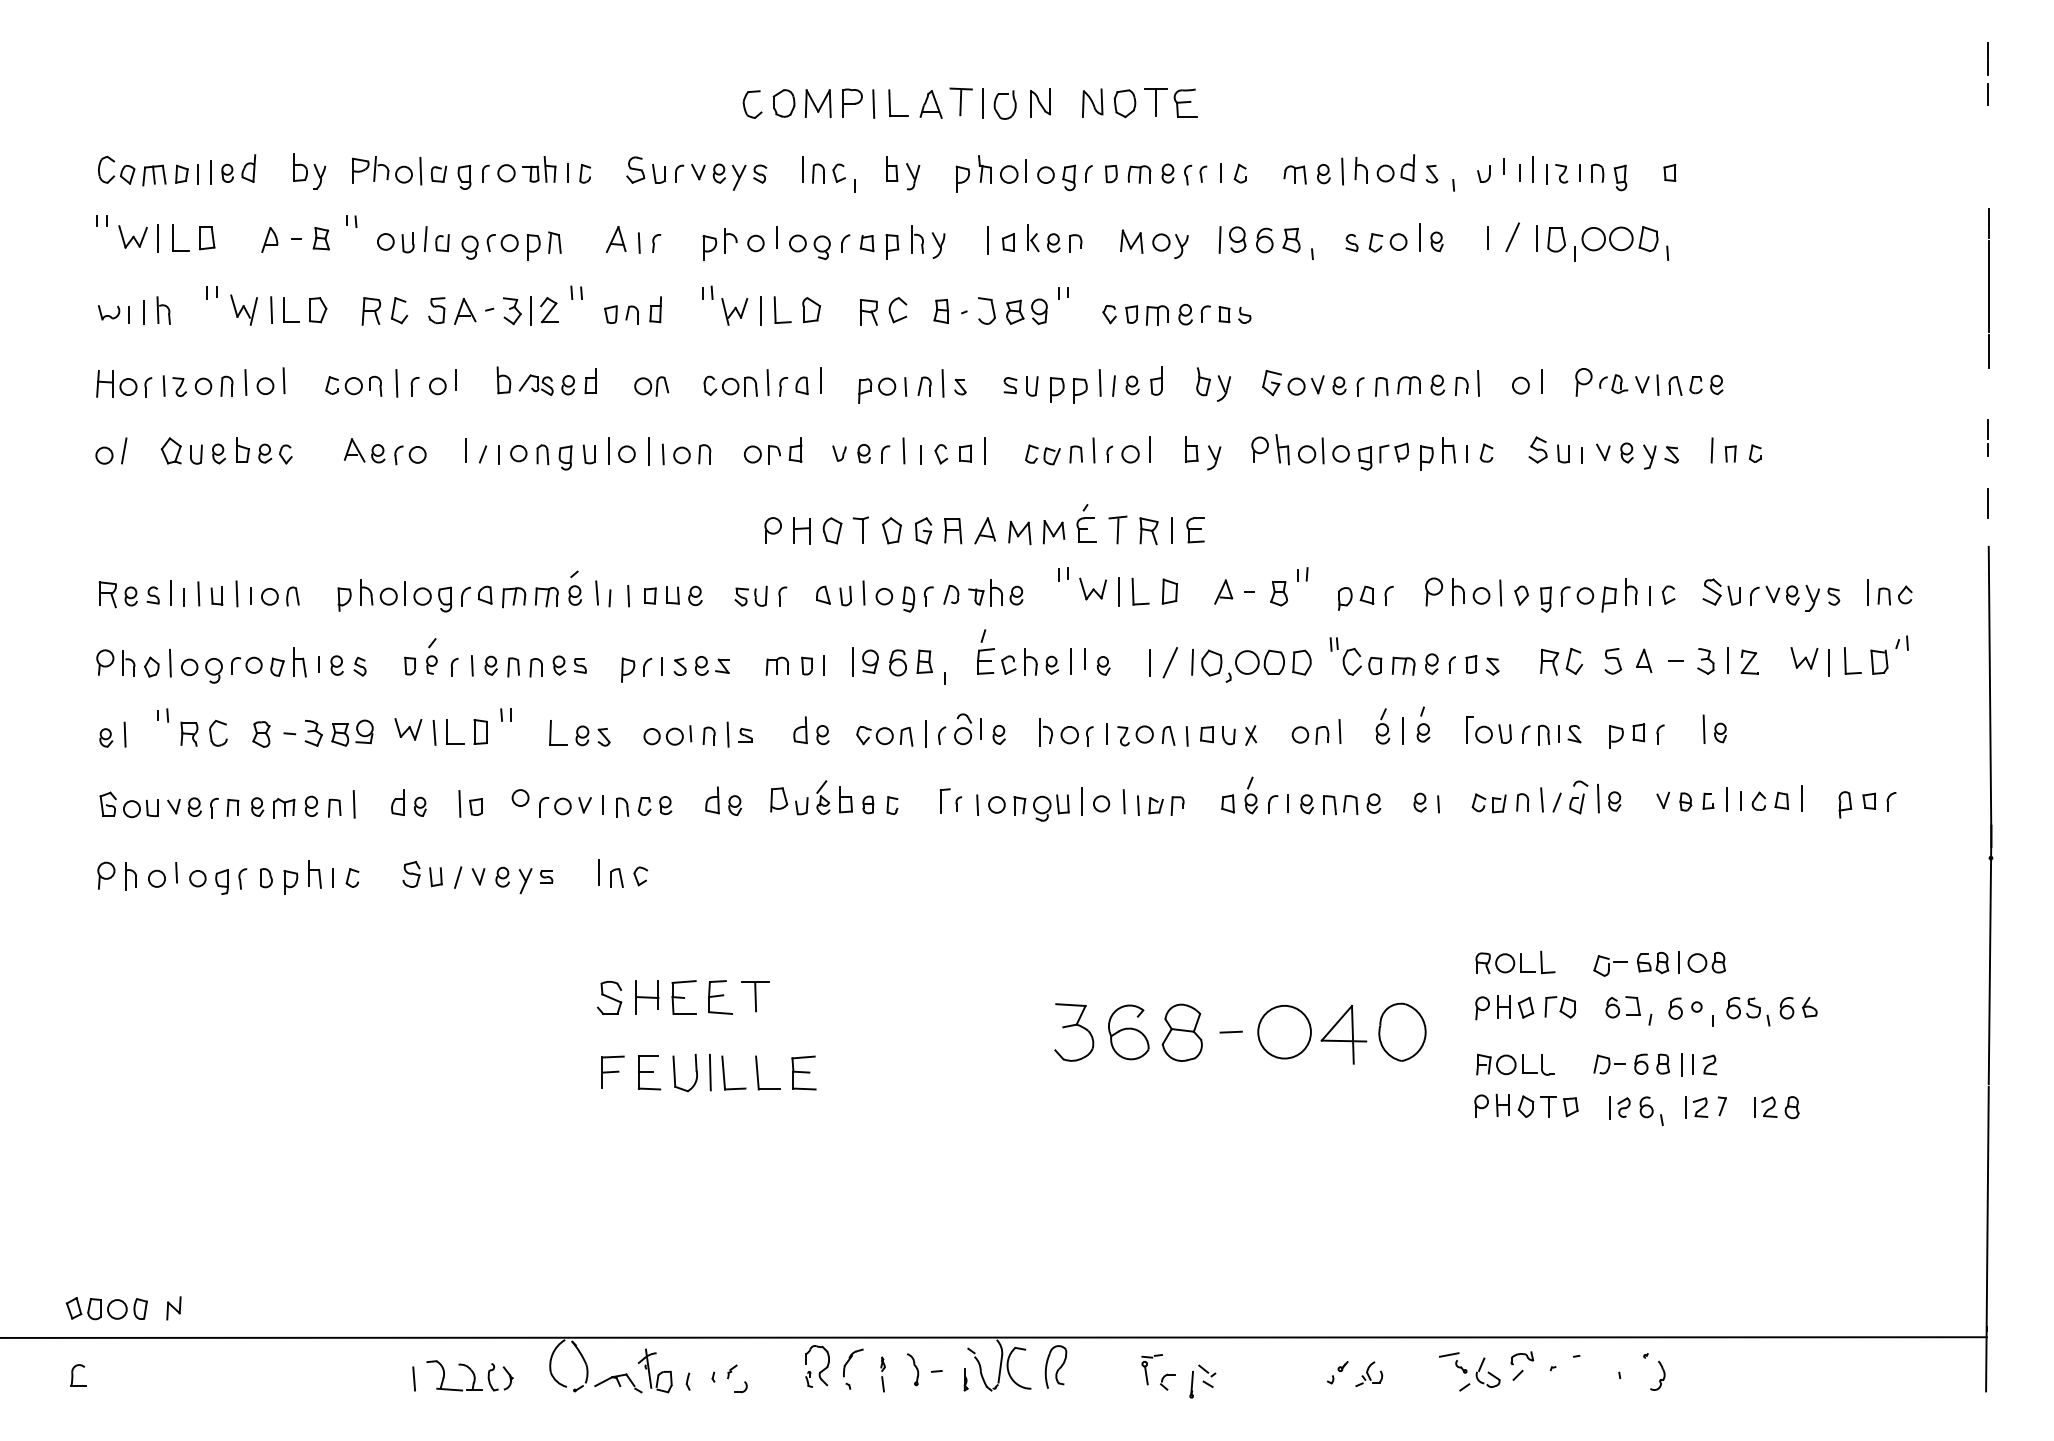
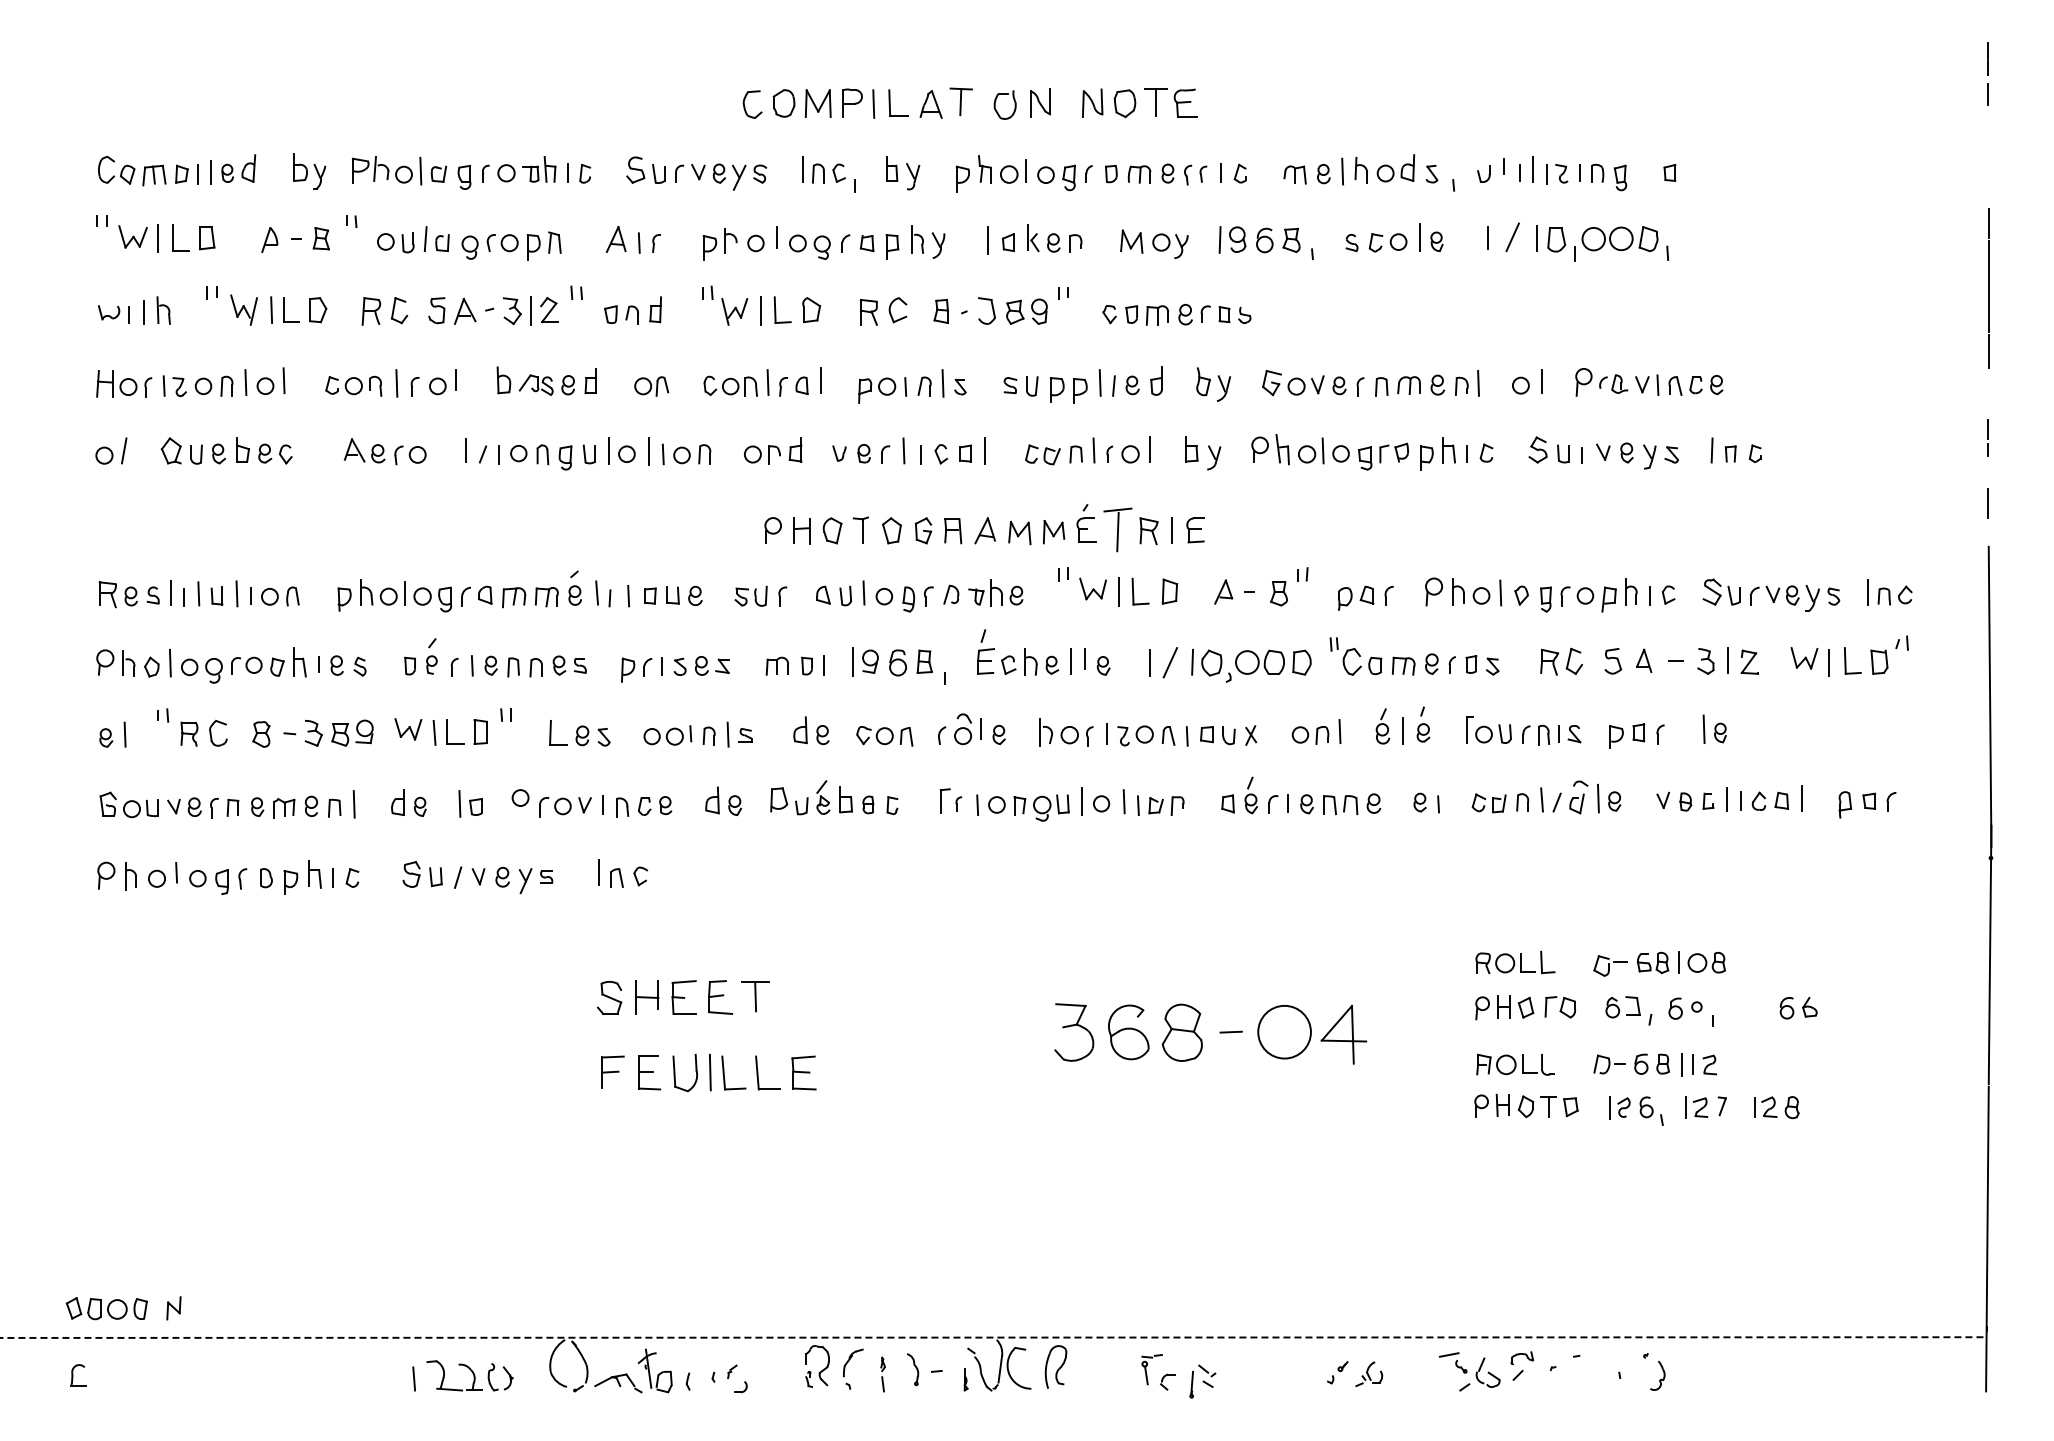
line at (983, 103): present -> none
part at (1117, 529) size: 20x30 px -> 30x46 px
line at (925, 733): present -> none
part at (1748, 1011): present -> none
part at (1402, 1031): present -> none
line at (994, 1337): solid -> dashed
